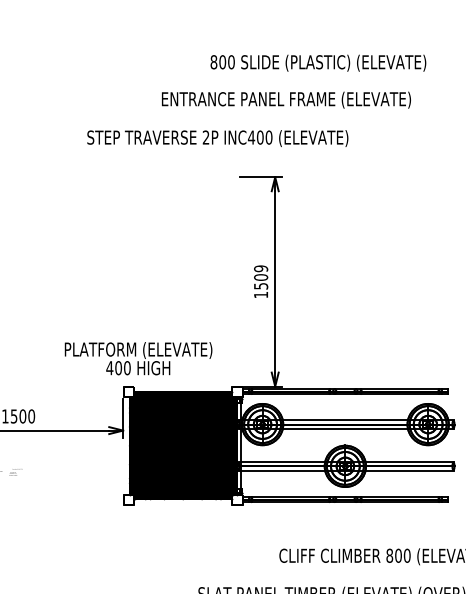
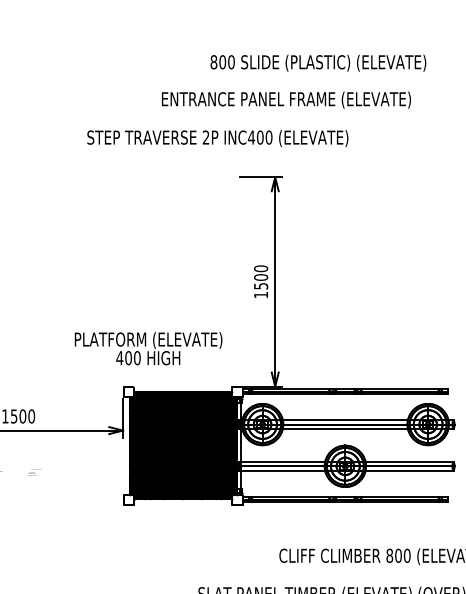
text at (261, 268): 1509 -> 1500
text at (138, 358) position: (138, 358) -> (148, 348)
text at (15, 472) position: (15, 472) -> (34, 472)
